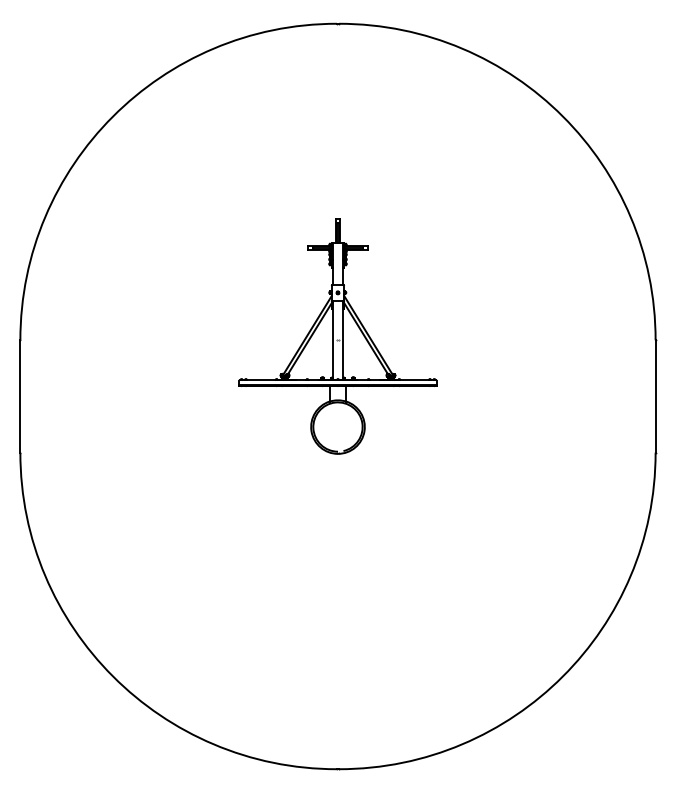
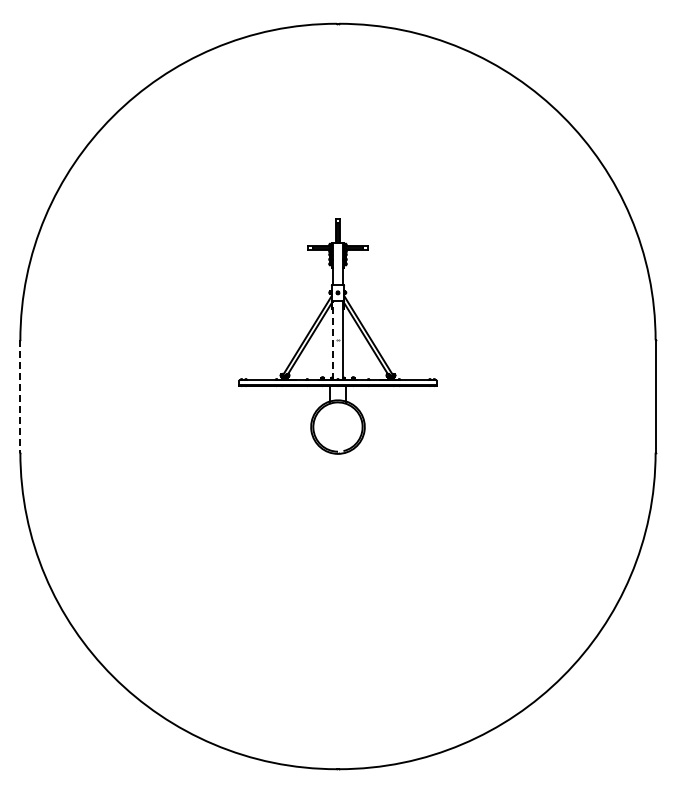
line at (332, 340): solid -> dashed
line at (20, 396): solid -> dashed
